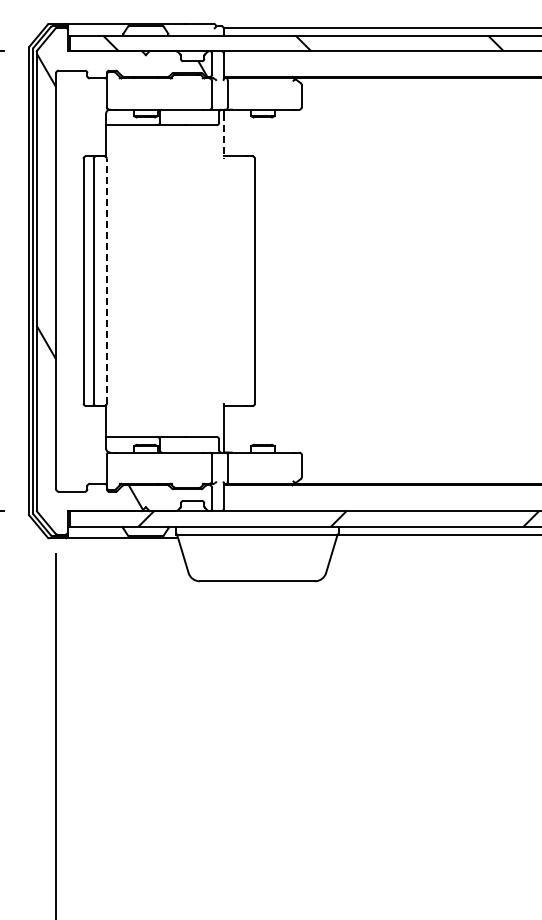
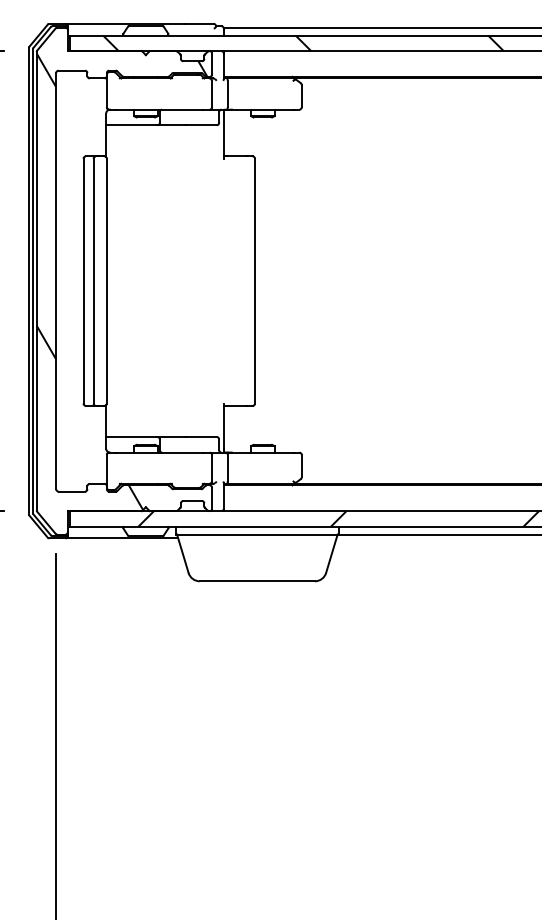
line at (223, 136): dashed -> solid
line at (106, 280): dashed -> solid
